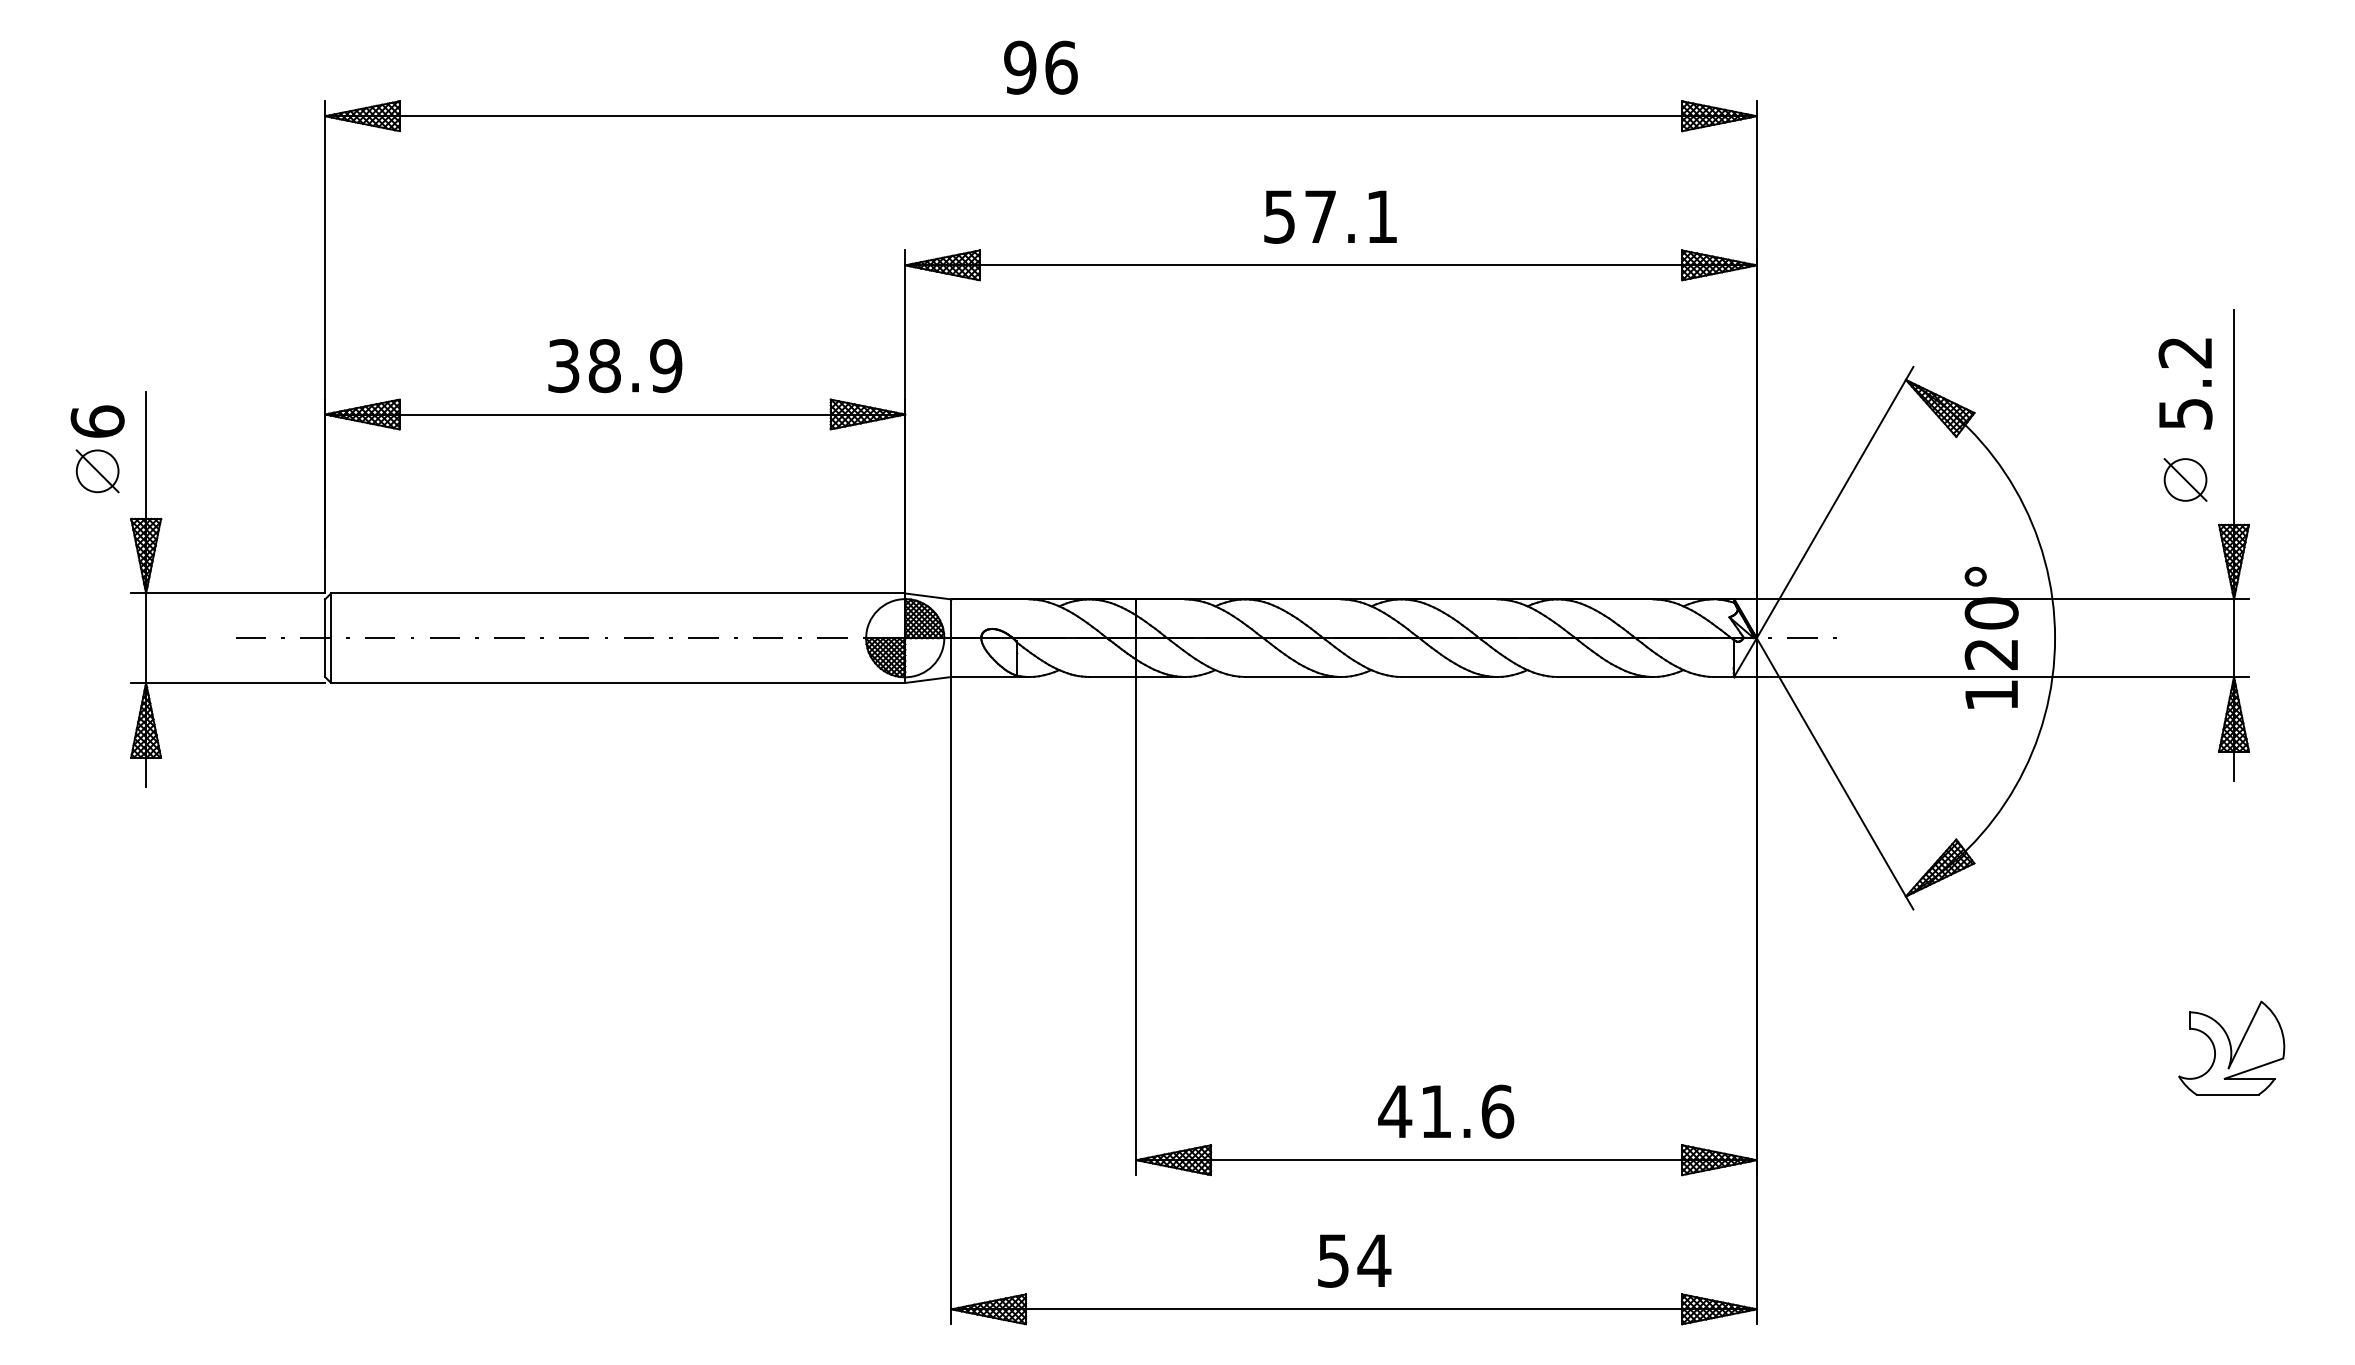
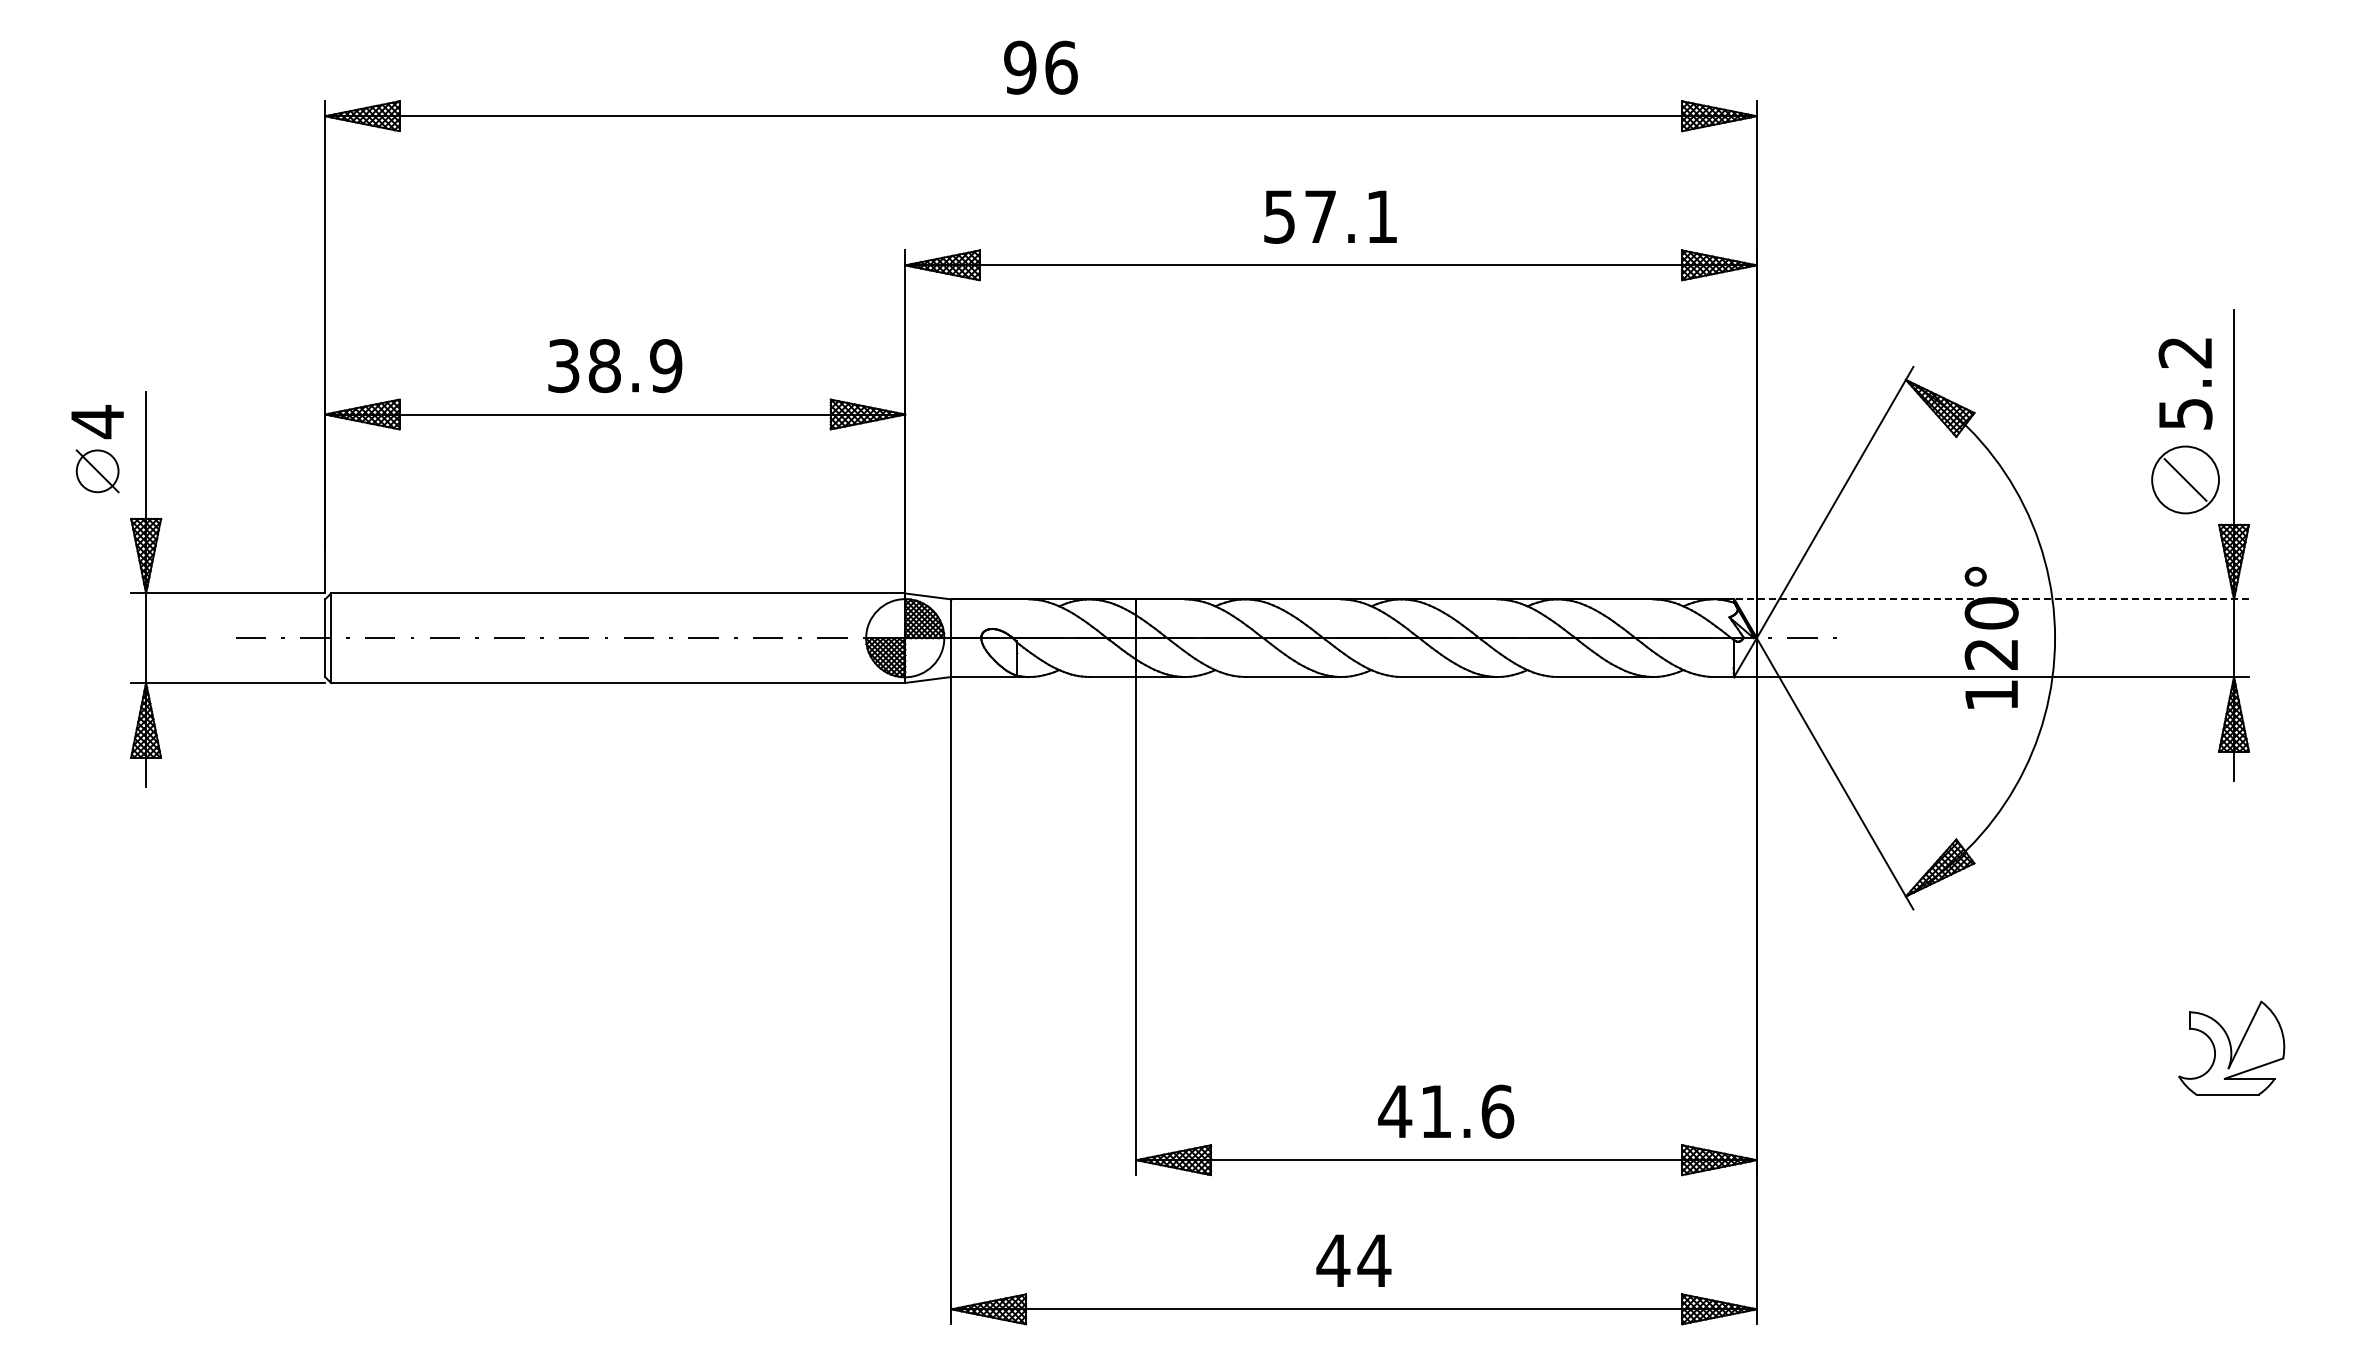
text at (97, 422): 6 -> 4
circle at (2185, 479) diameter: 42 px -> 67 px
line at (1991, 599): solid -> dashed
text at (1333, 1260): 54 -> 44
